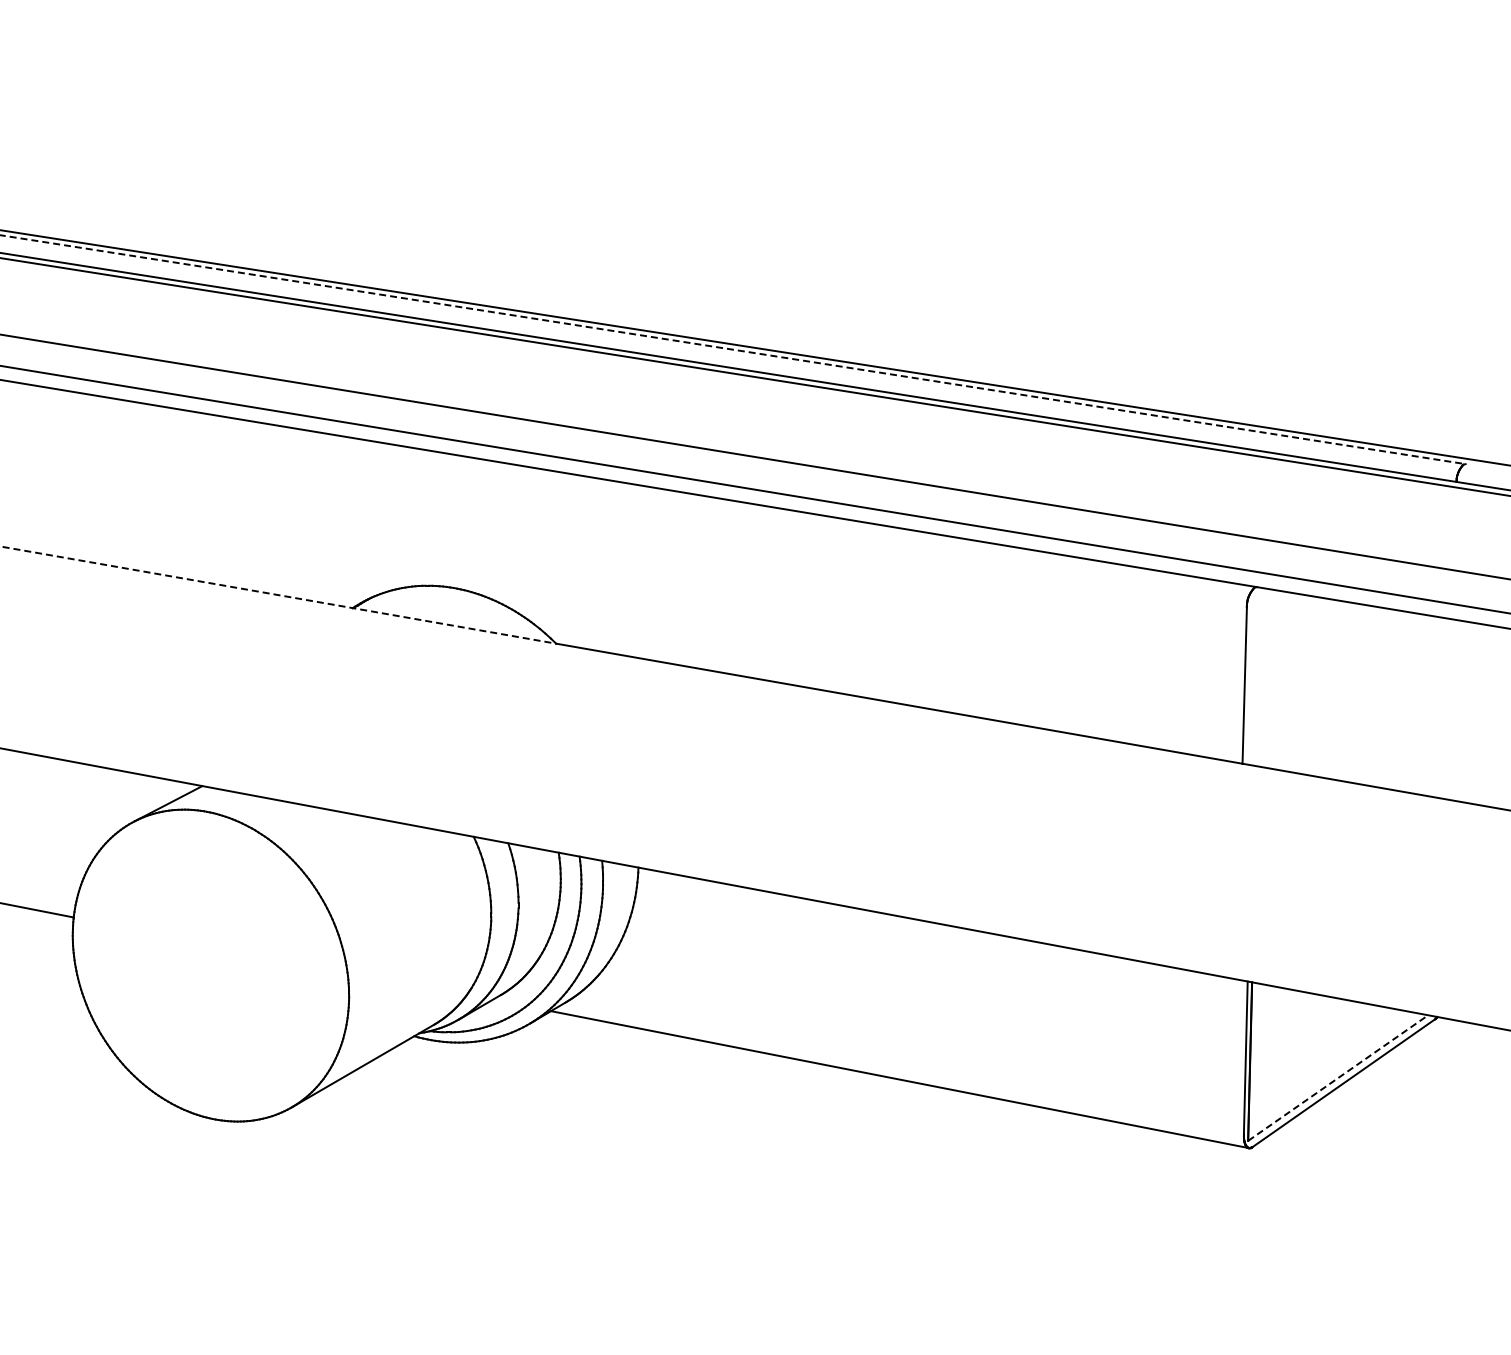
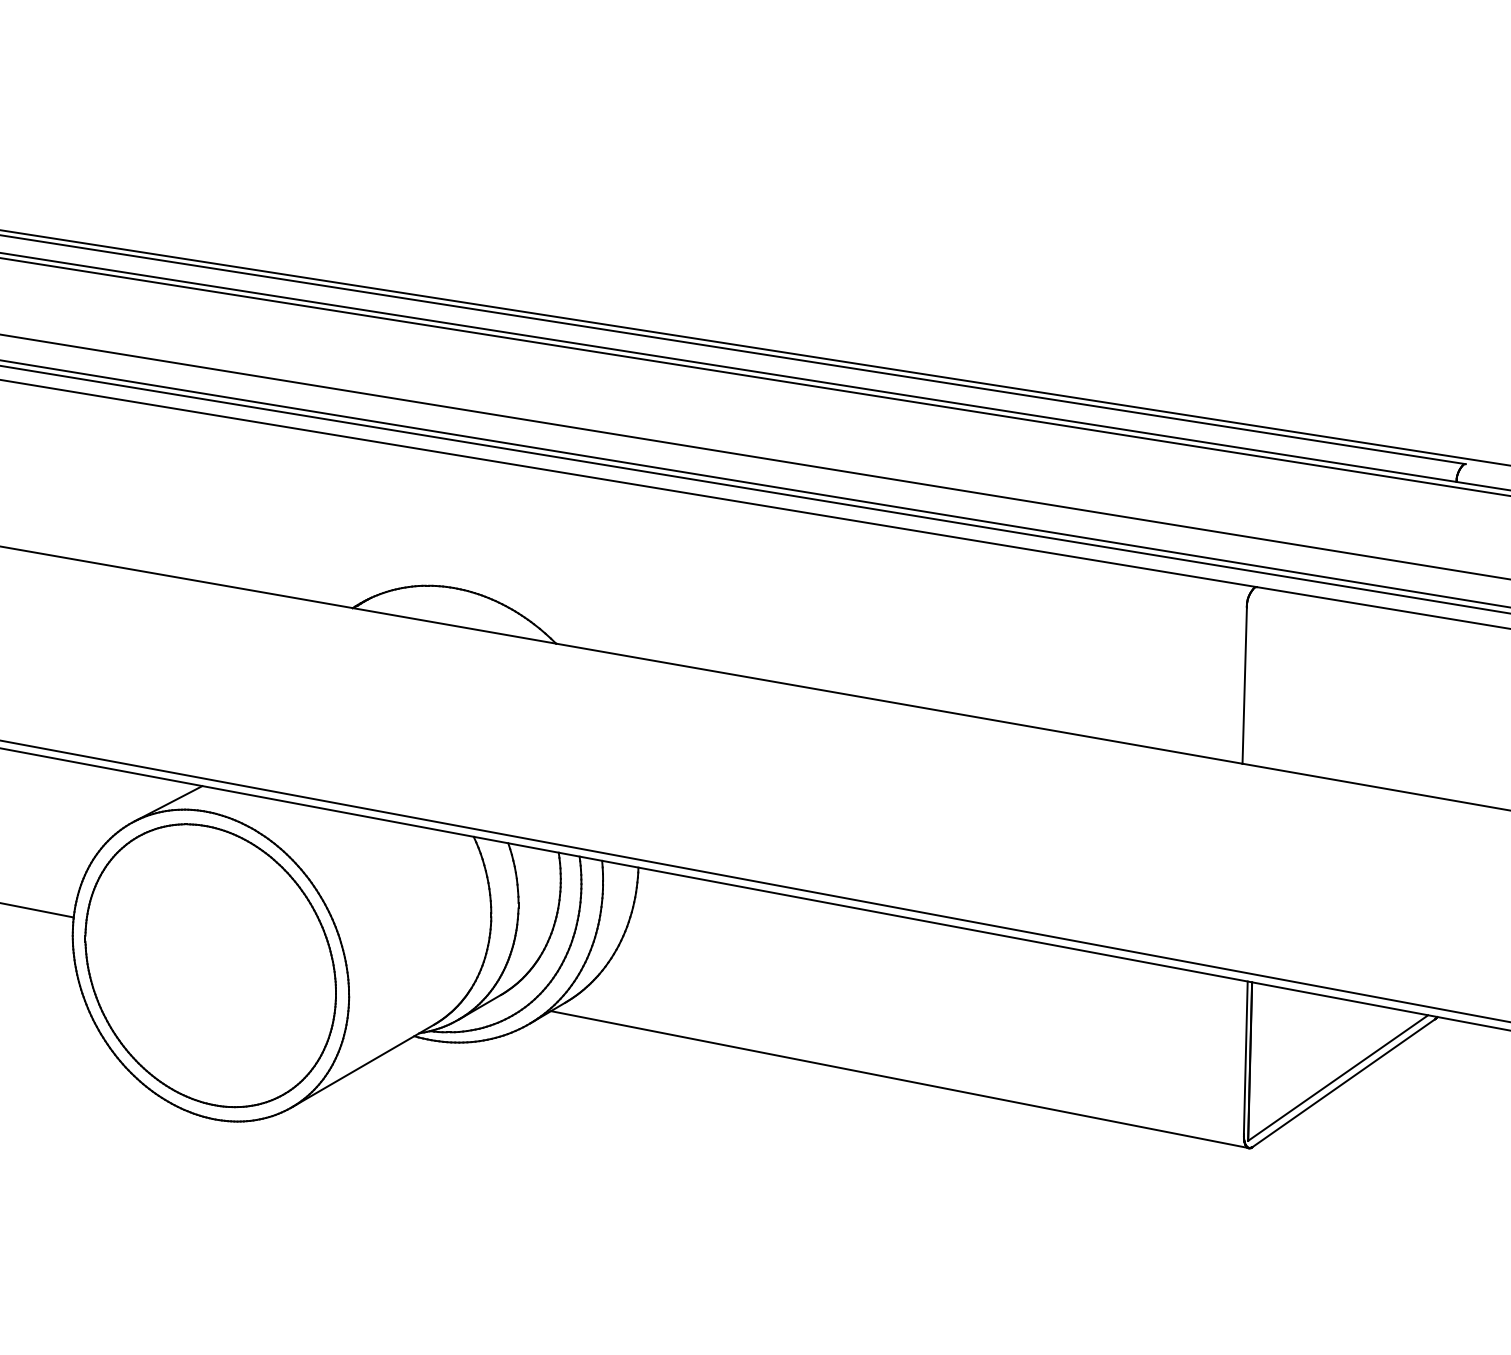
line at (733, 349): dashed -> solid
line at (754, 483): none -> present
line at (278, 595): dashed -> solid
line at (754, 881): none -> present
part at (210, 965): none -> present
line at (1338, 1078): dashed -> solid
